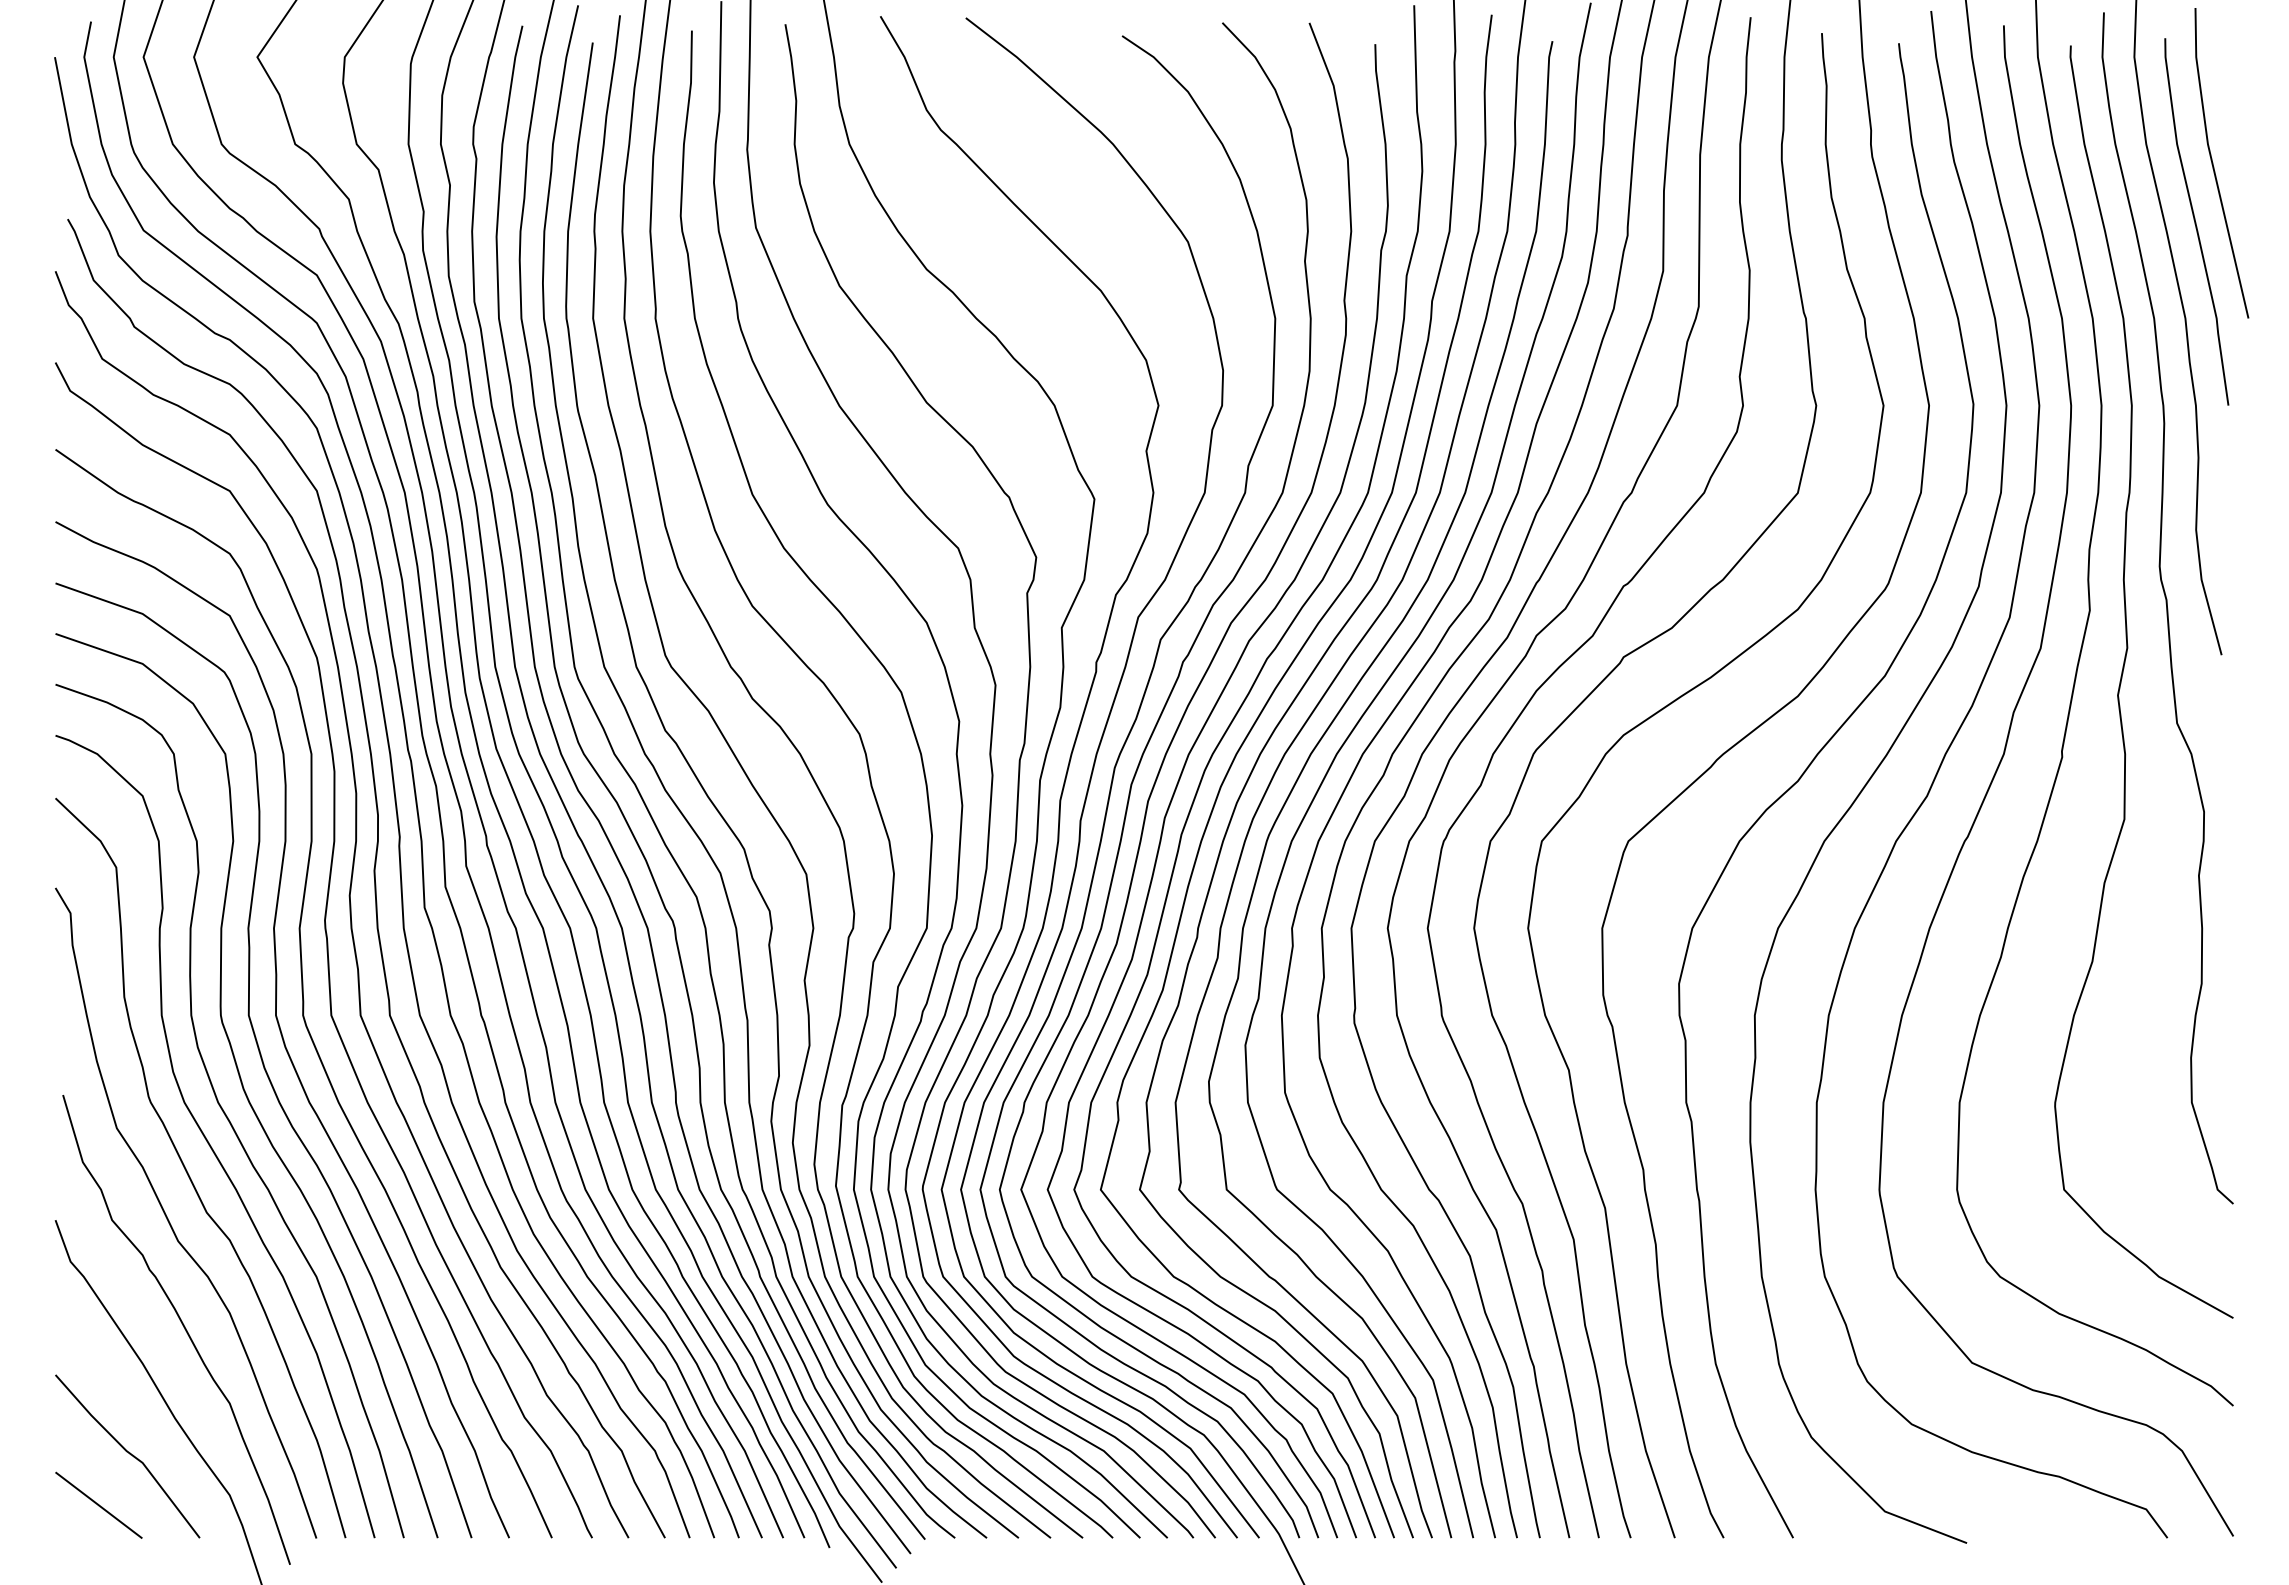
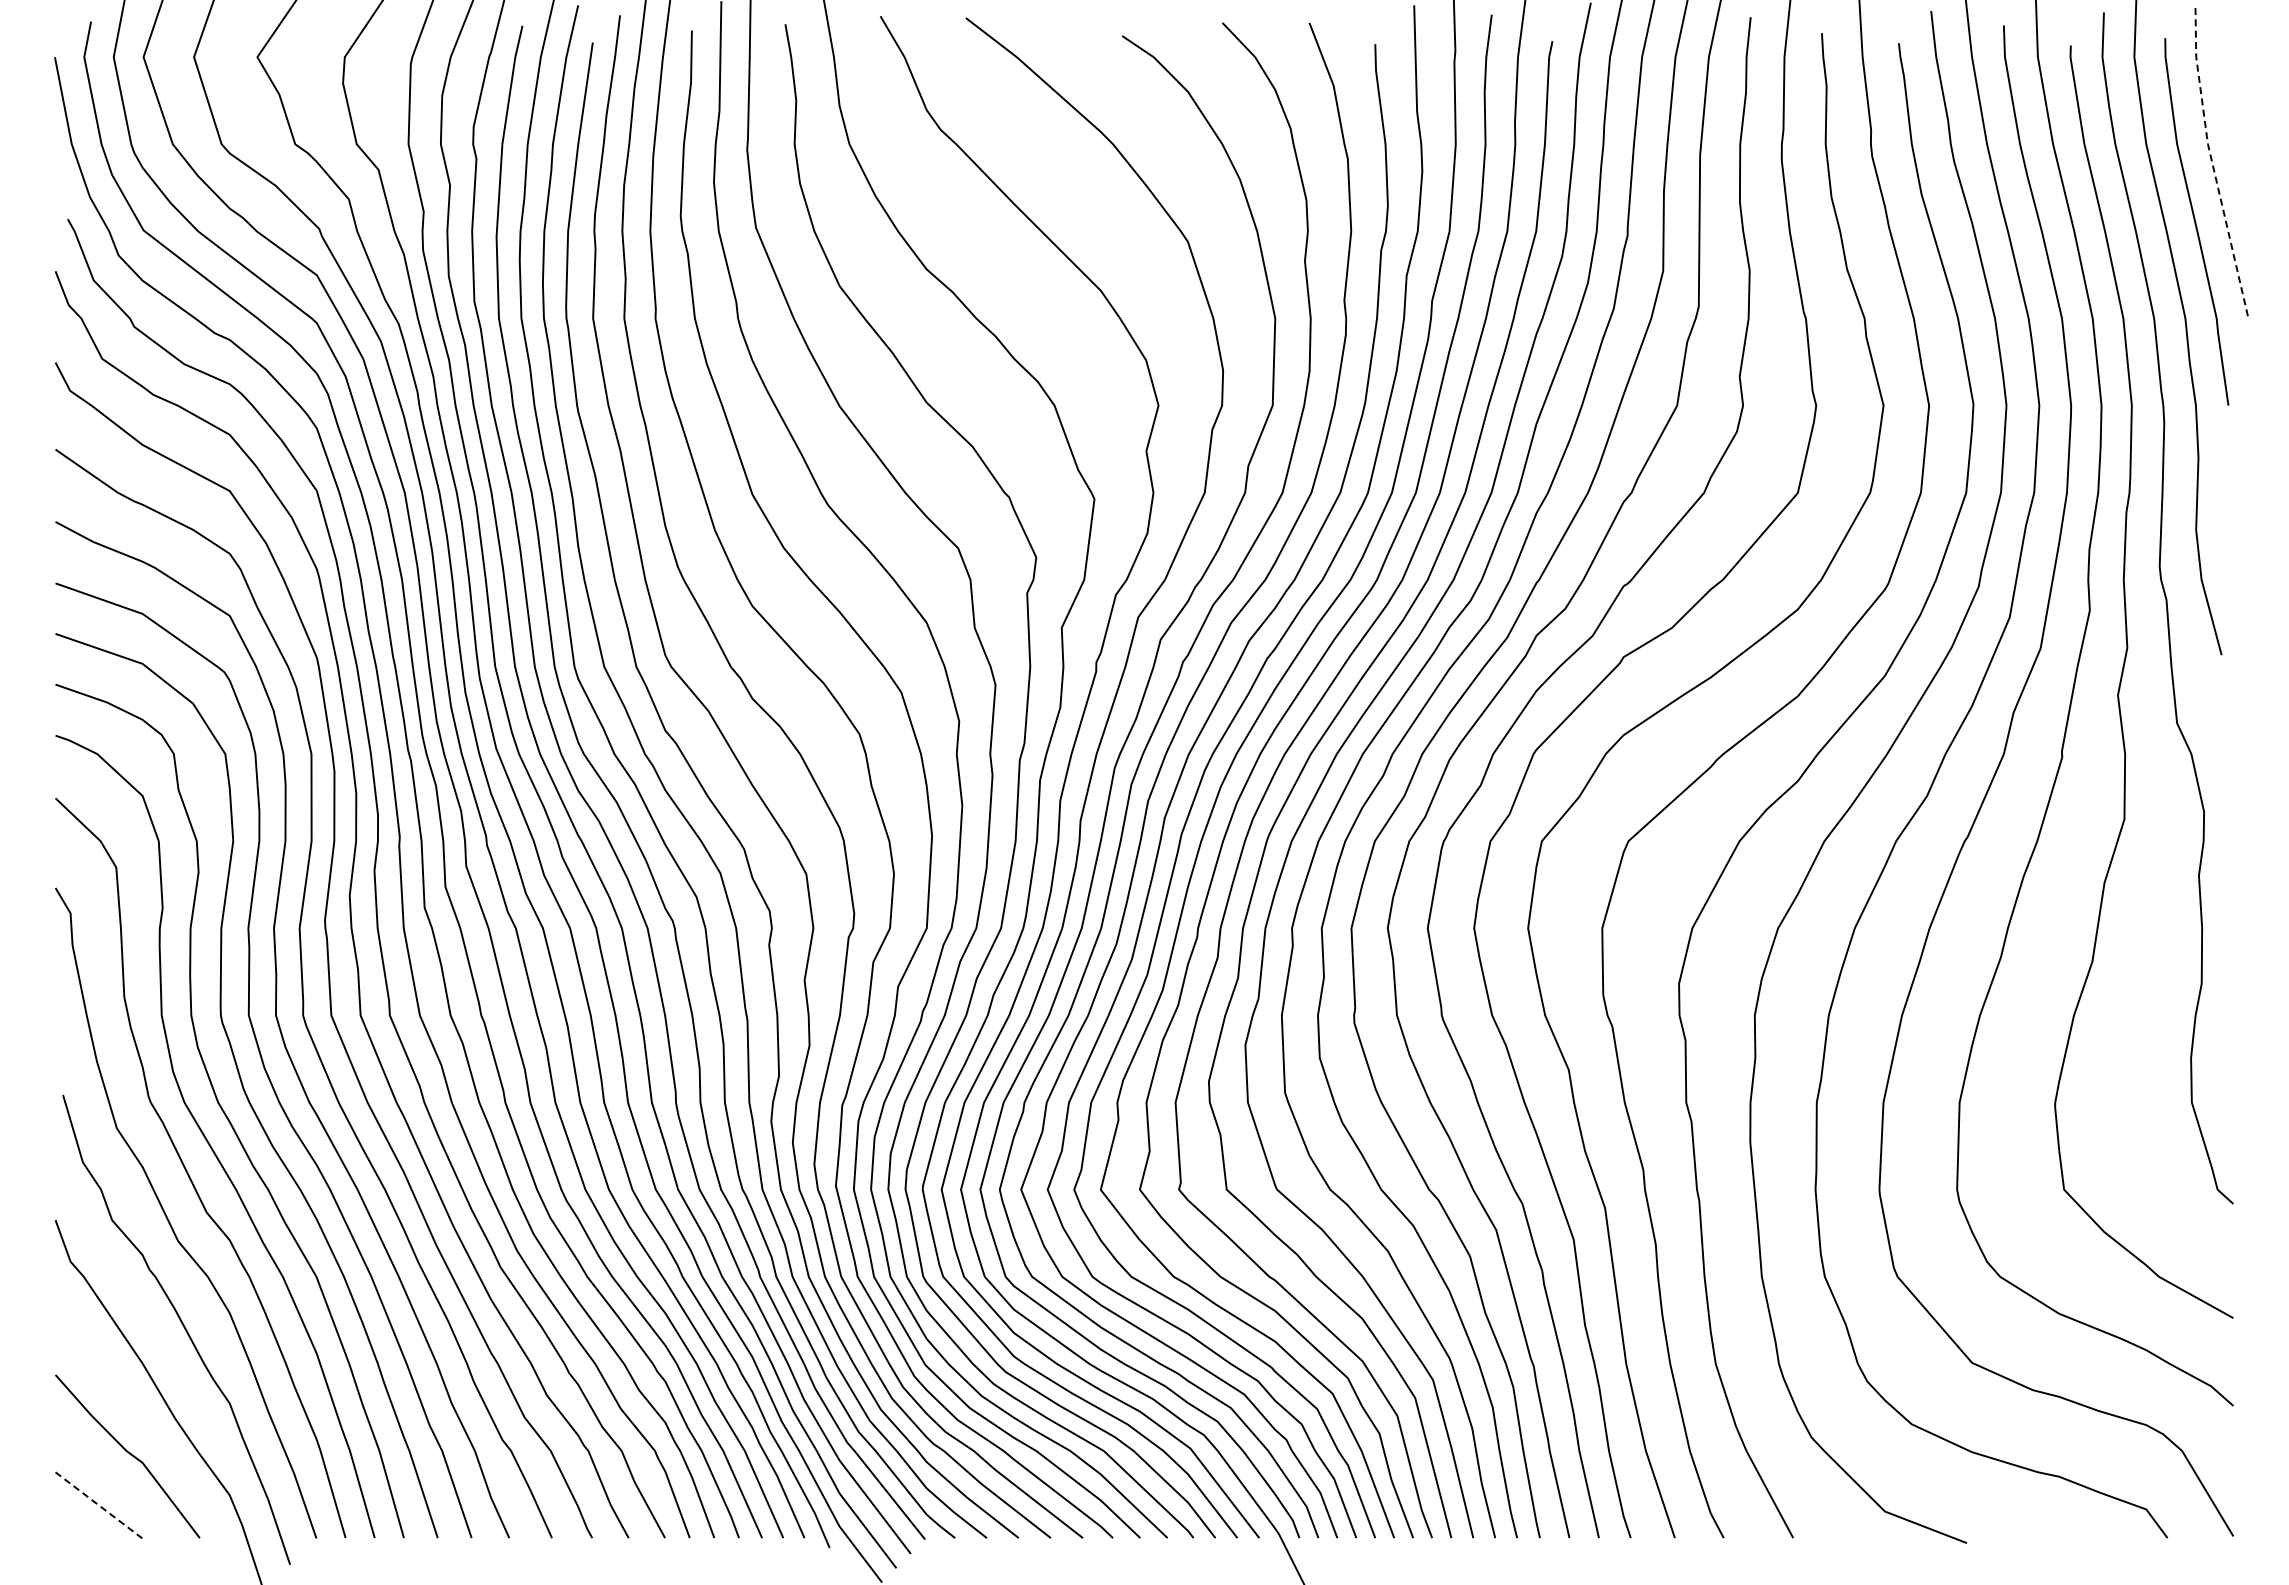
line at (2212, 163): solid -> dashed
line at (98, 1505): solid -> dashed
